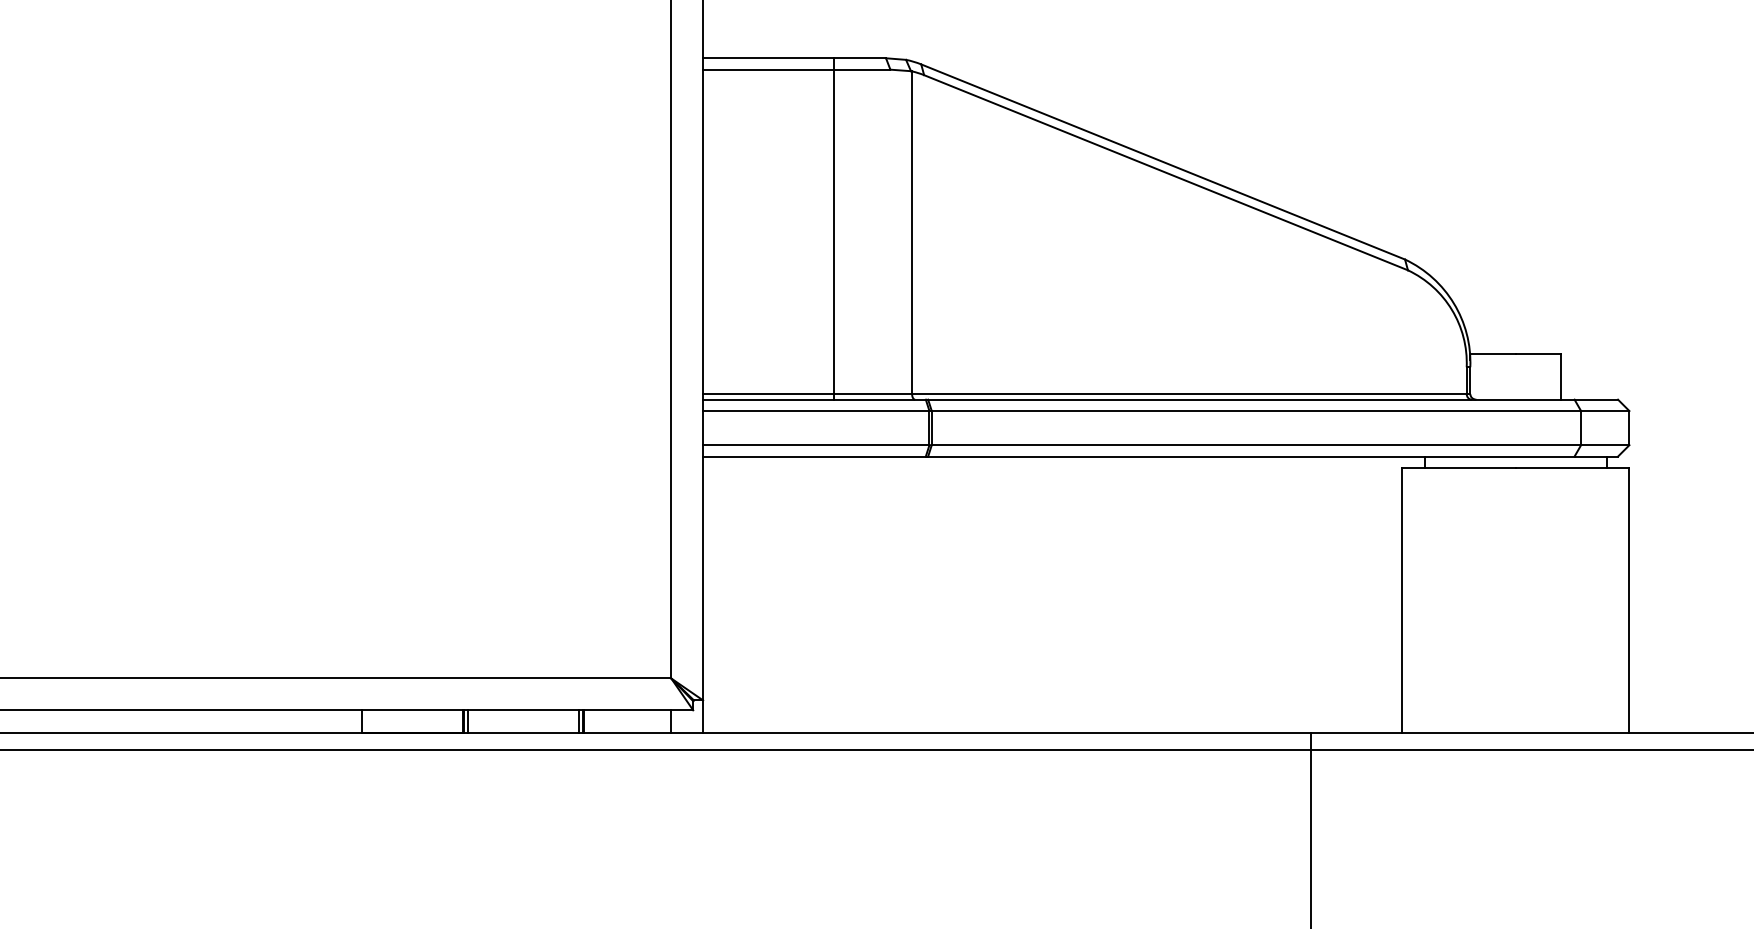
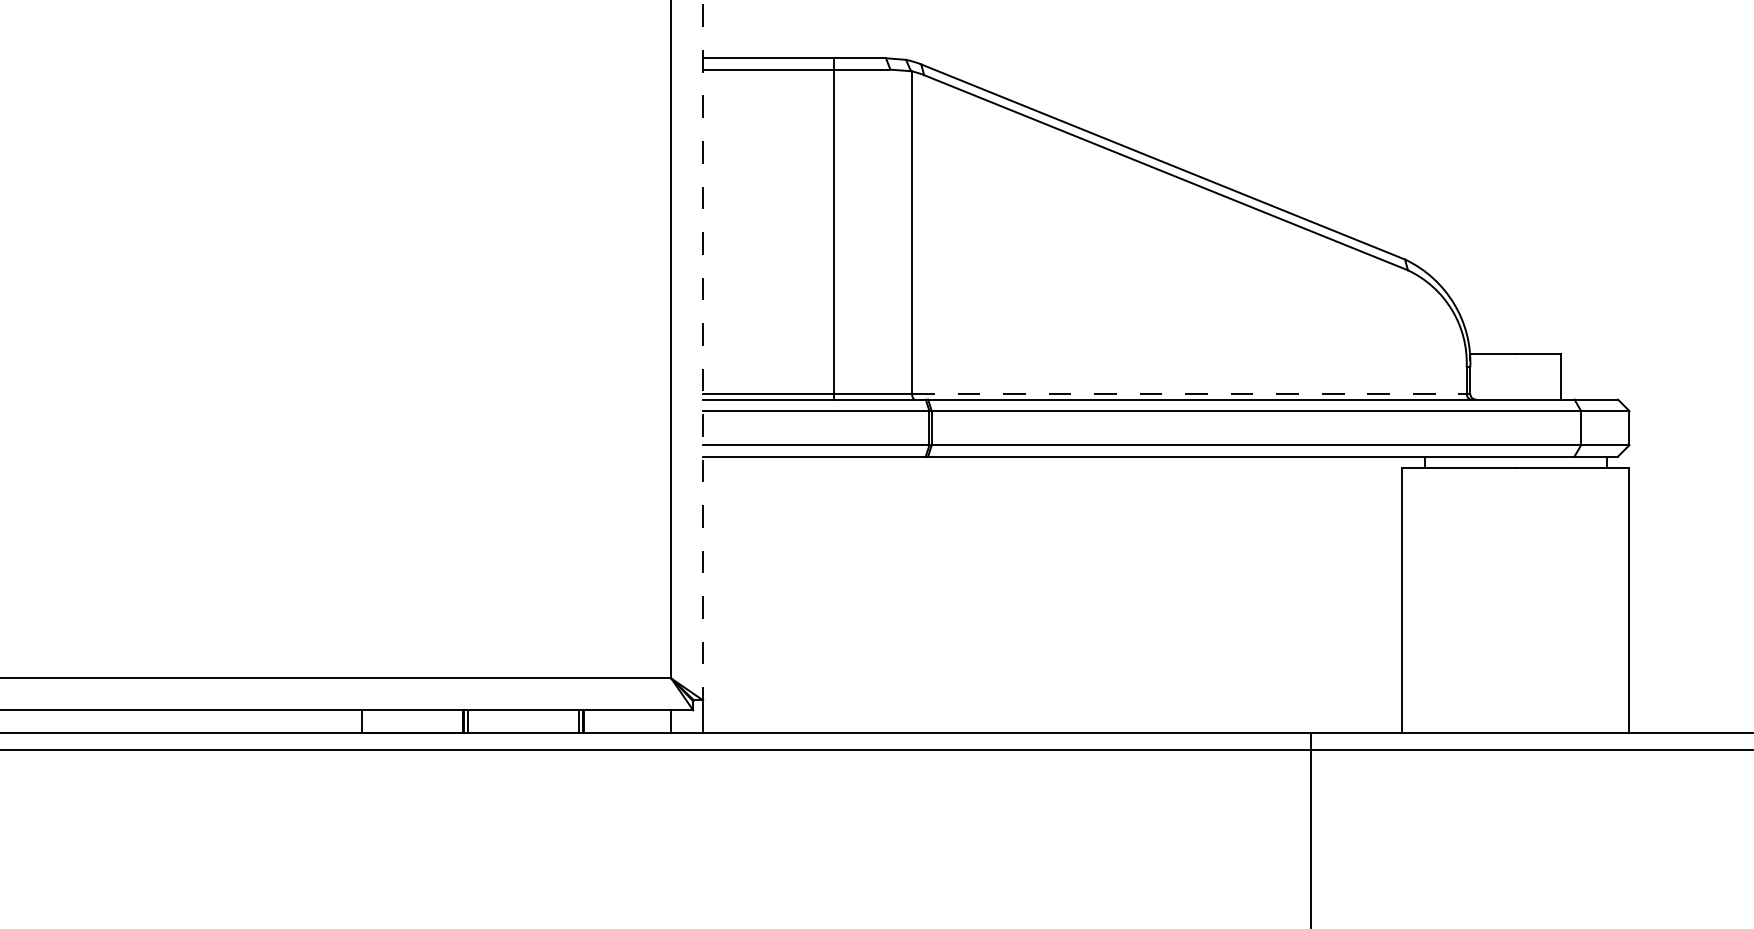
line at (703, 351): solid -> dashed
line at (1189, 393): solid -> dashed
